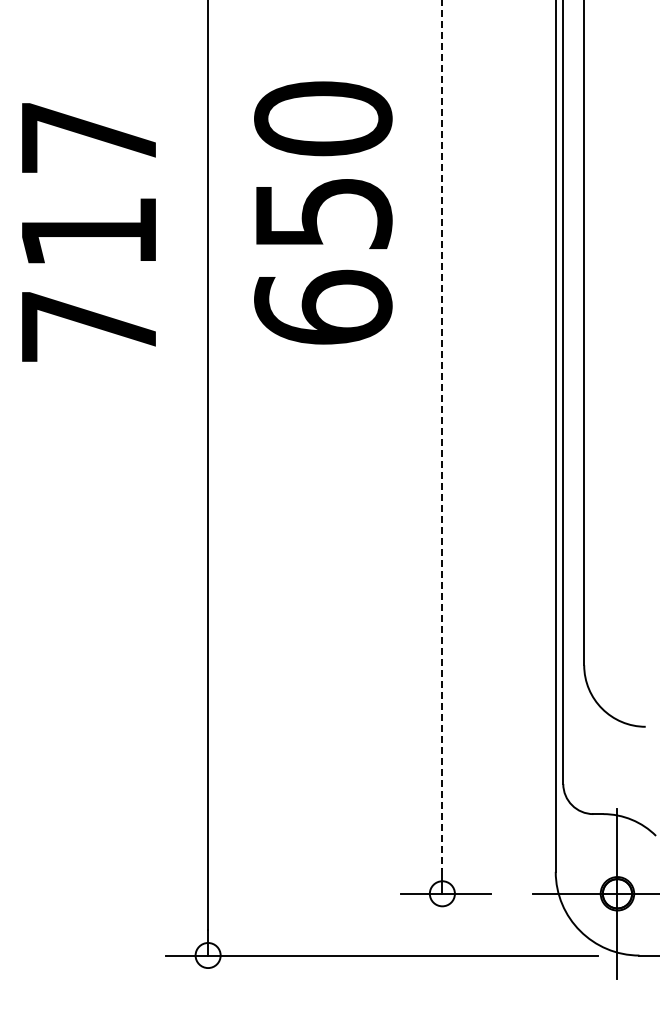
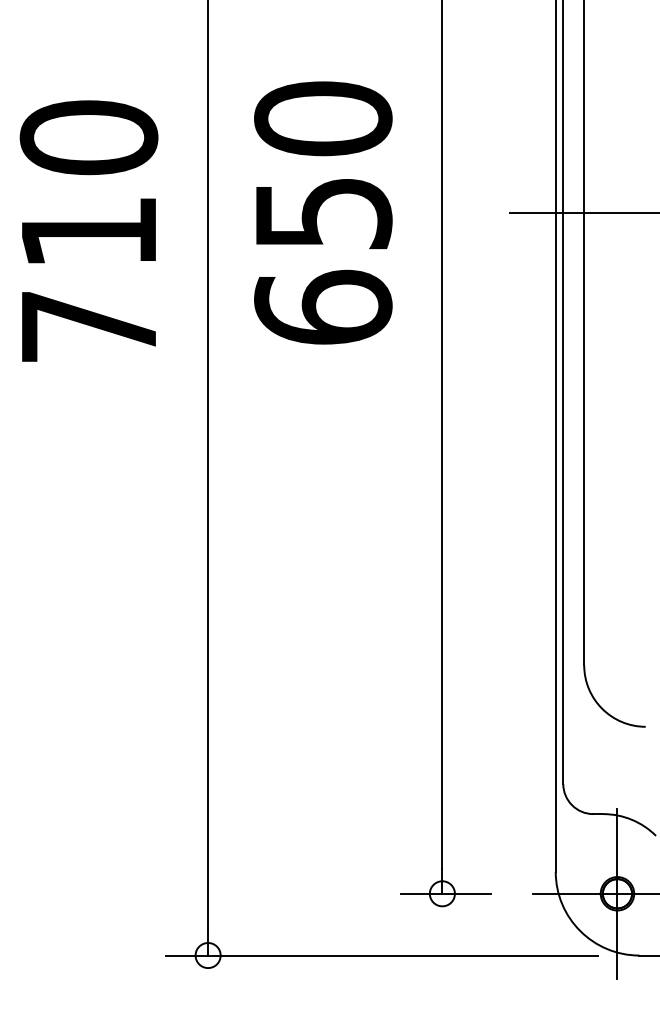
text at (88, 137): 717 -> 710
line at (582, 213): none -> present
line at (442, 435): dashed -> solid
